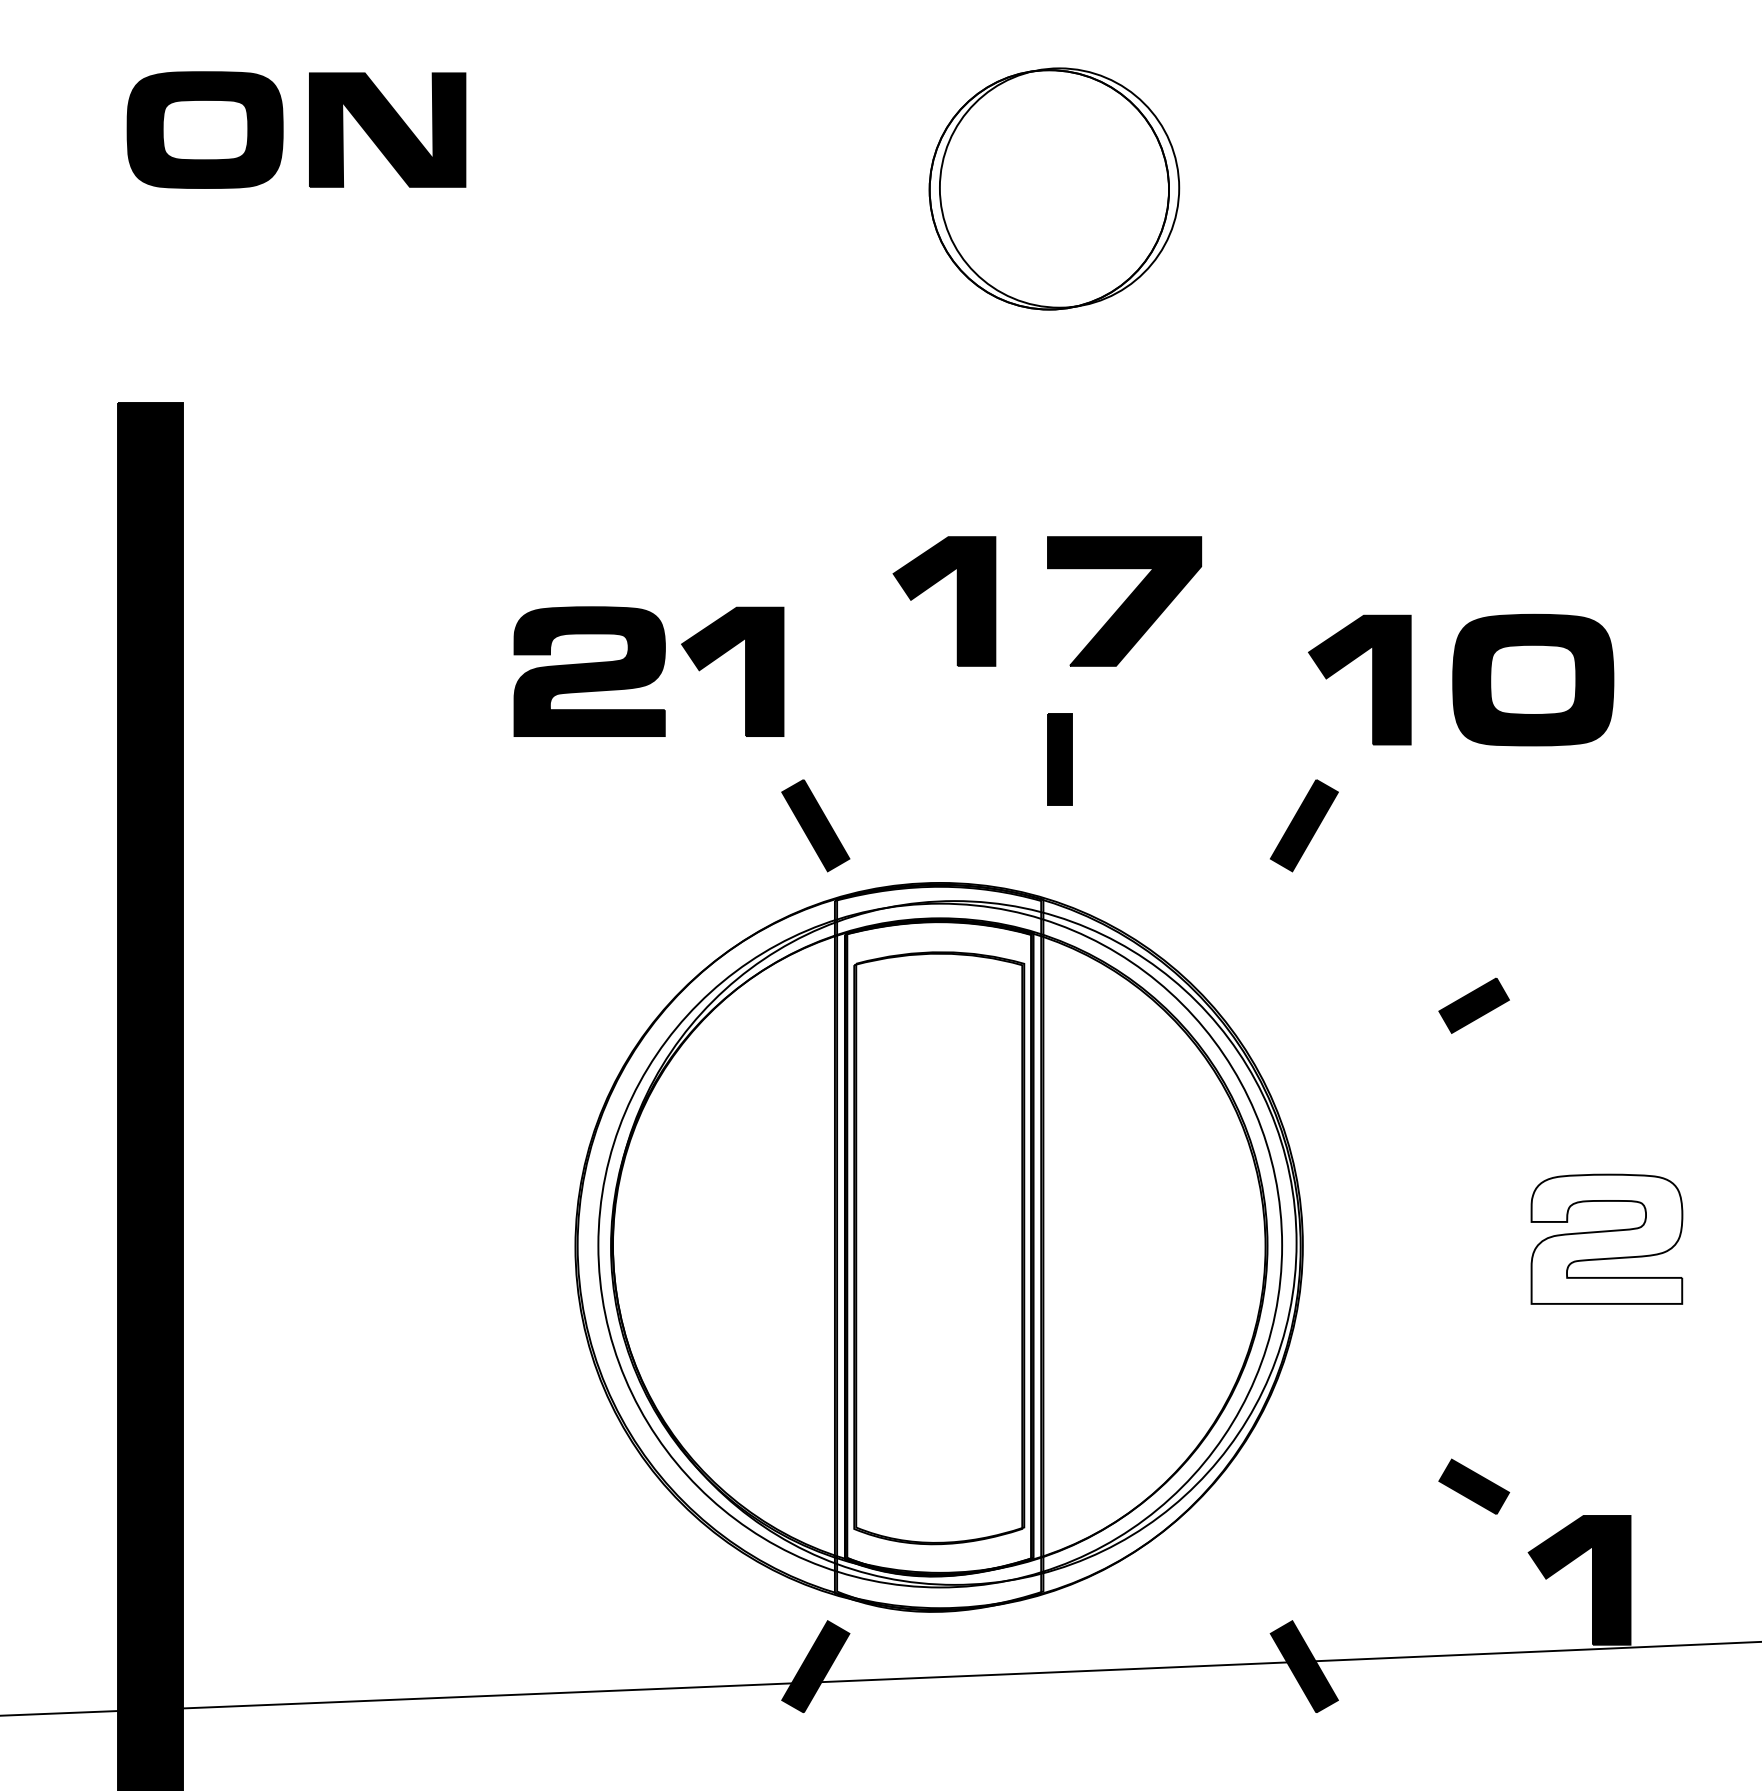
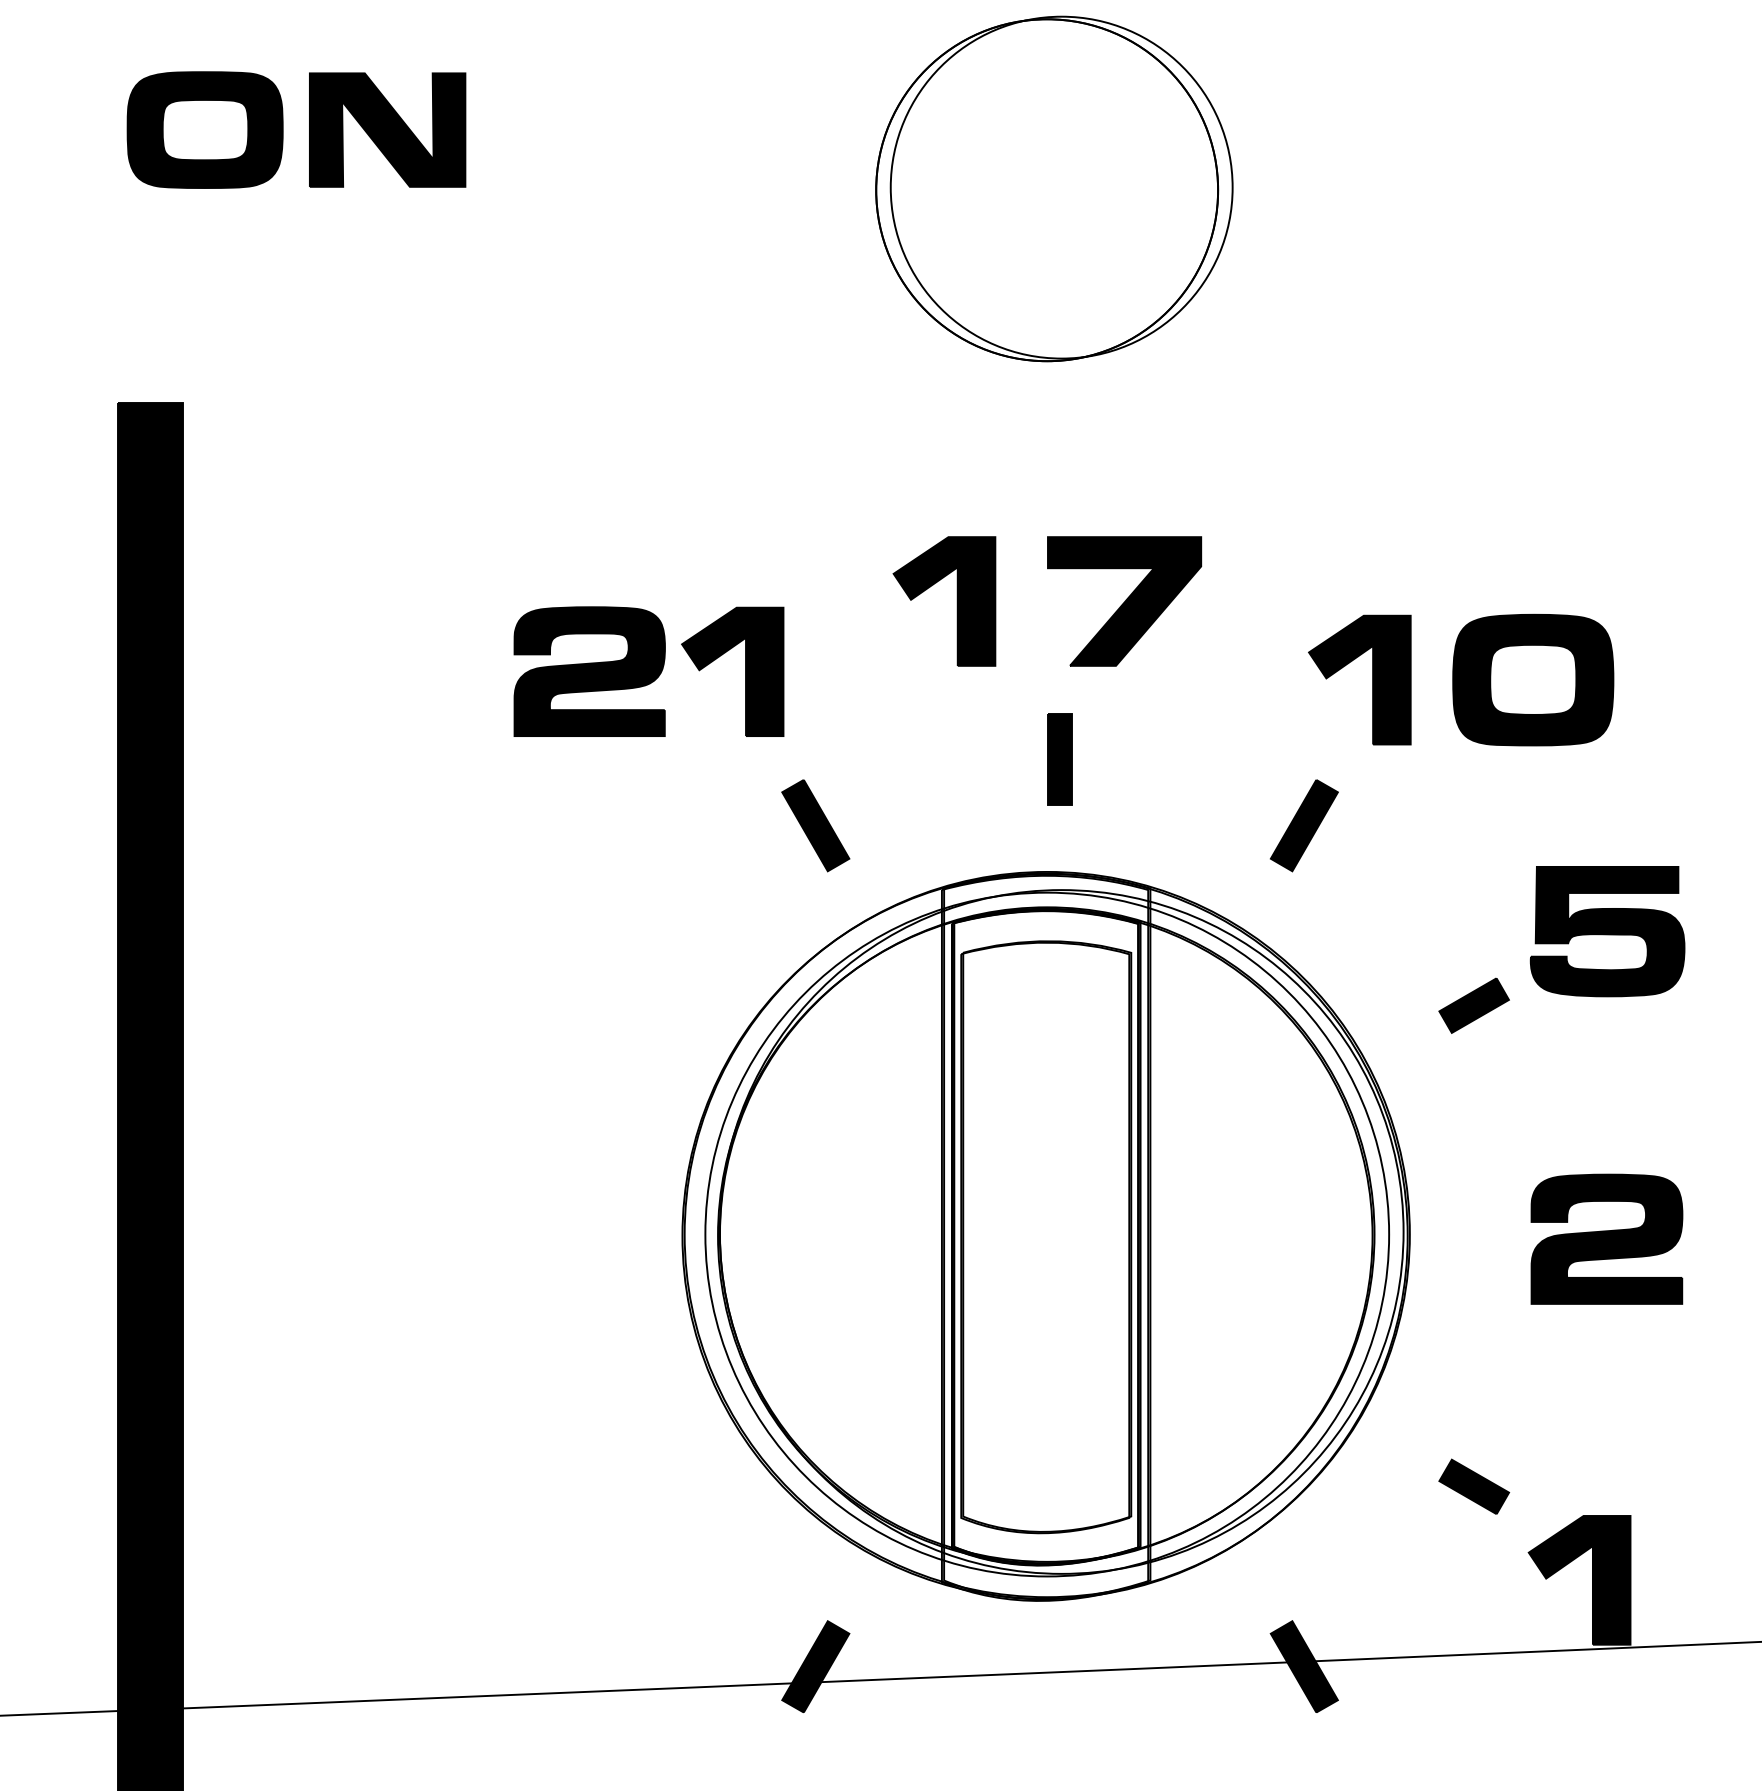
part at (1054, 188) size: 253x244 px -> 359x348 px
part at (1607, 931): none -> present
fill at (1606, 1238): none -> present
part at (938, 1247) position: (938, 1247) -> (1045, 1236)
